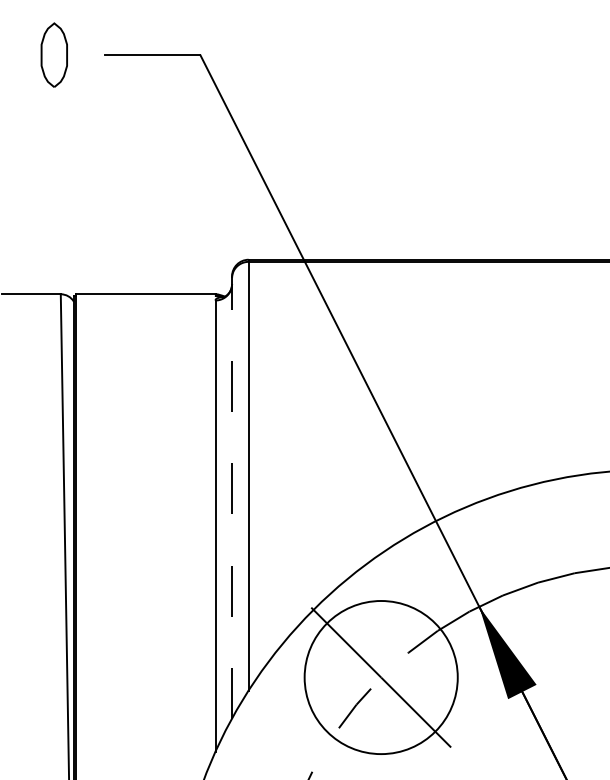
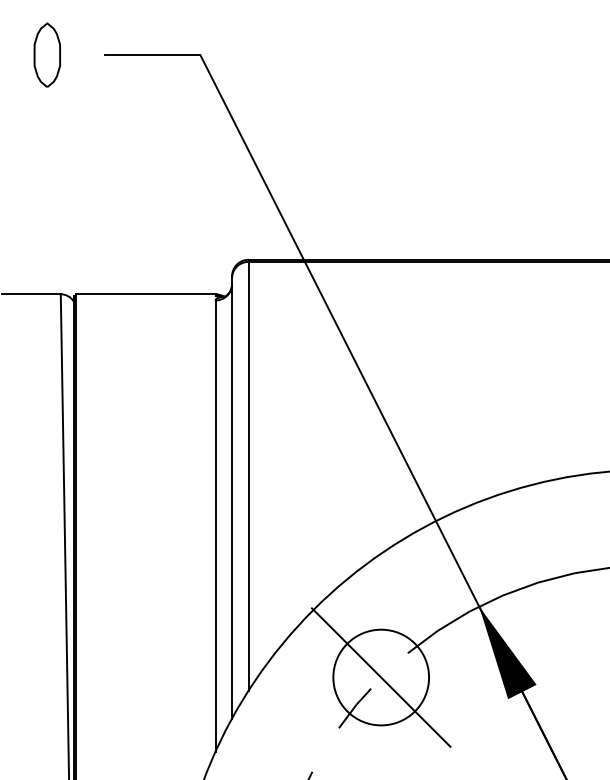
part at (53, 54) position: (53, 54) -> (46, 54)
line at (232, 497): dashed -> solid
circle at (380, 677) diameter: 153 px -> 96 px
